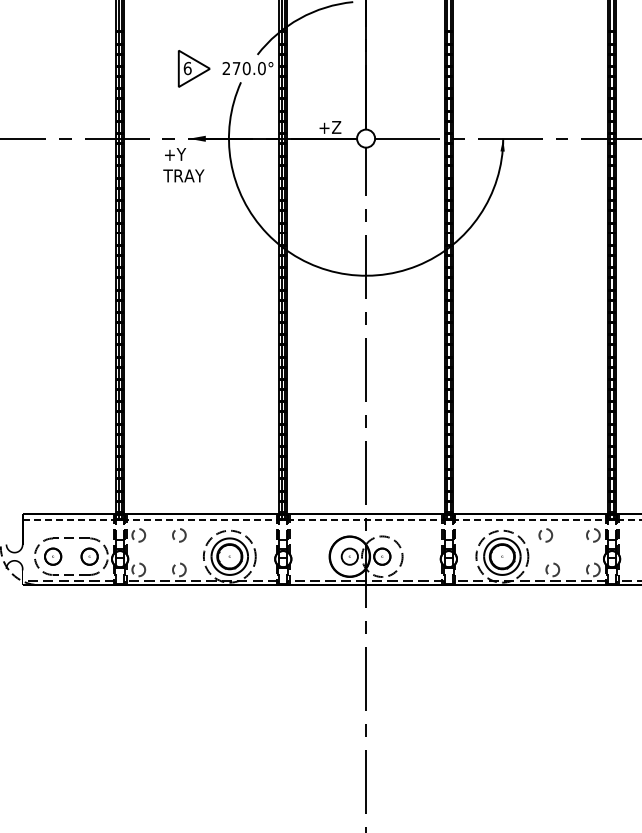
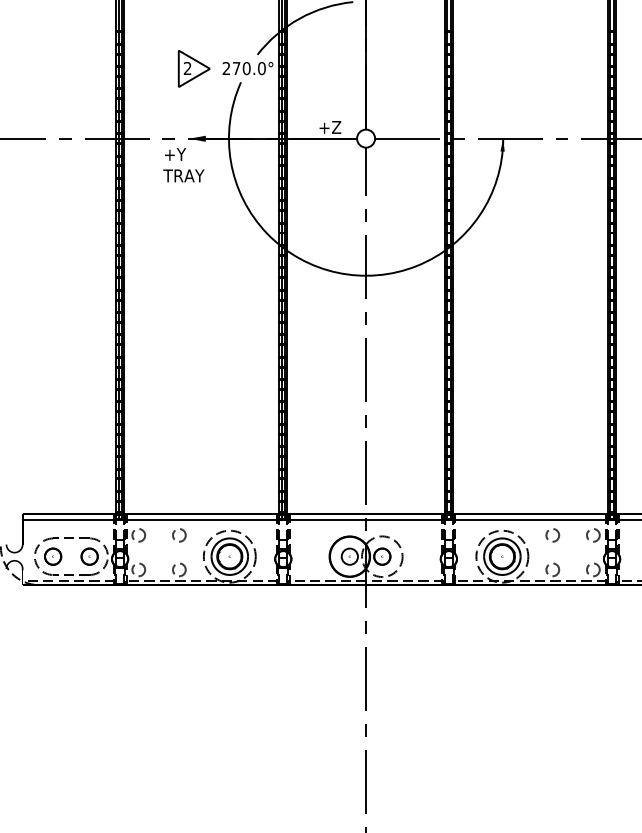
text at (187, 68): 6 -> 2
line at (332, 520): dashed -> solid
circle at (545, 535) position: (545, 535) -> (552, 535)
